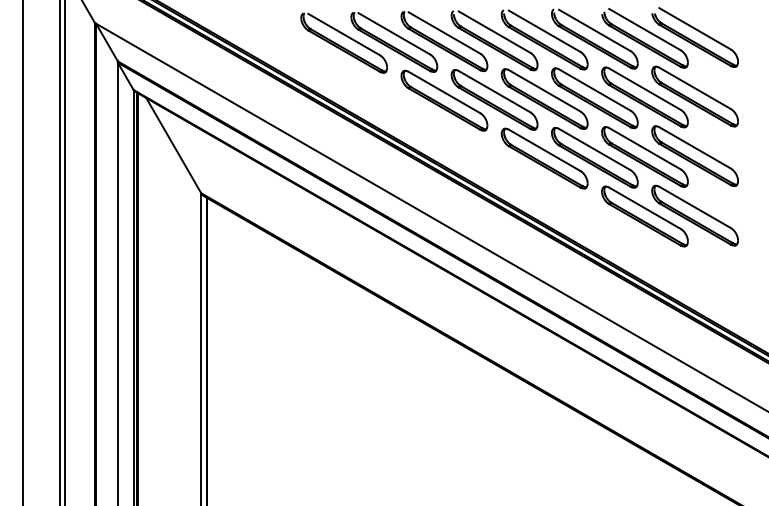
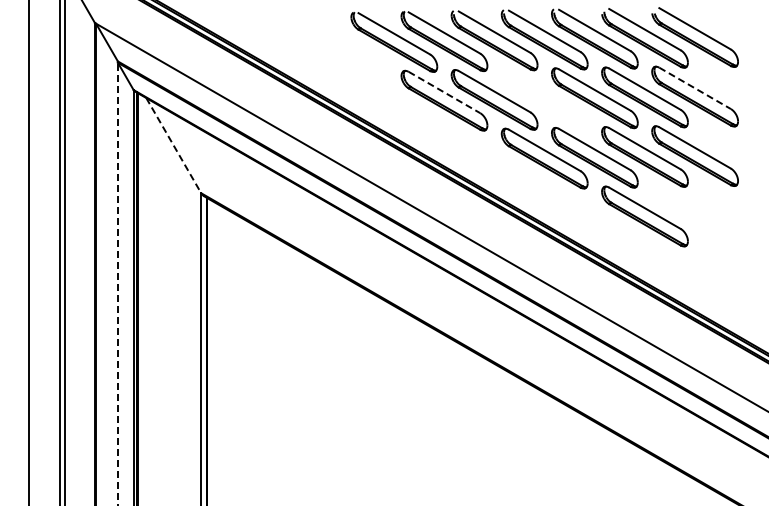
part at (343, 42): present -> none
line at (695, 88): solid -> dashed
line at (444, 92): solid -> dashed
part at (544, 98): present -> none
line at (173, 145): solid -> dashed
part at (694, 215): present -> none
line at (23, 252) position: (23, 252) -> (29, 252)
line at (117, 283): solid -> dashed
